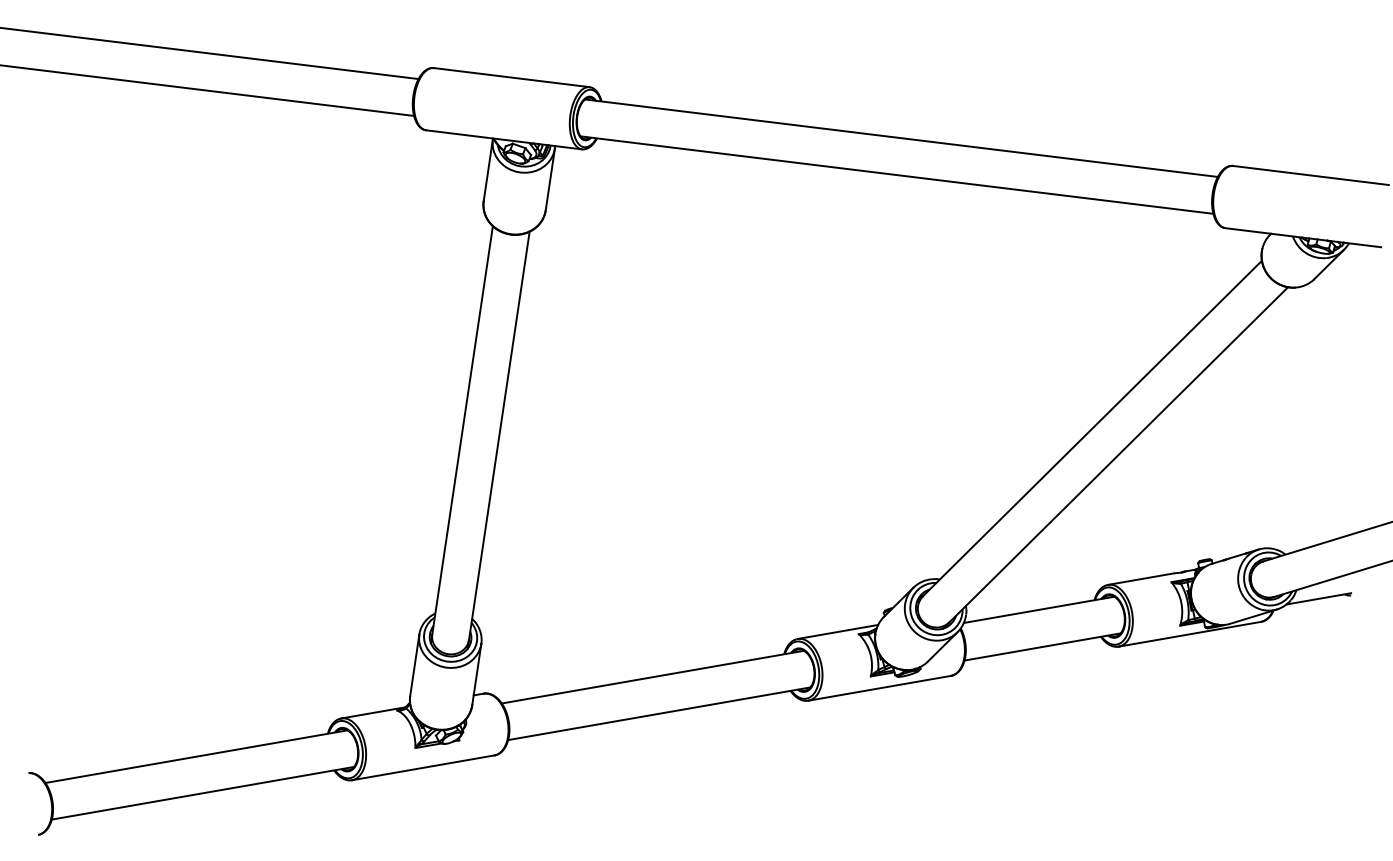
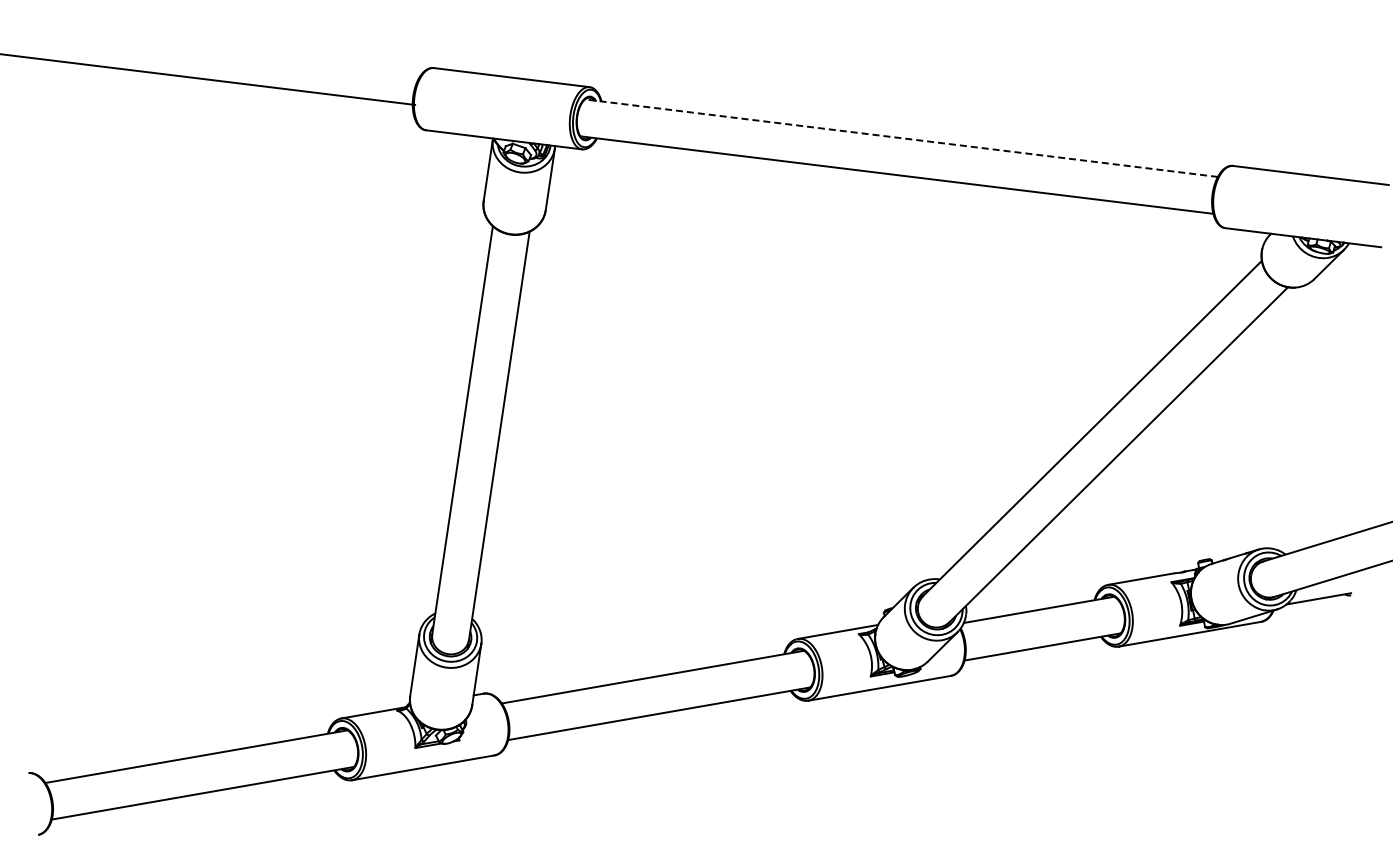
line at (210, 53): present -> none
line at (208, 90) position: (208, 90) -> (208, 79)
line at (901, 138): solid -> dashed
